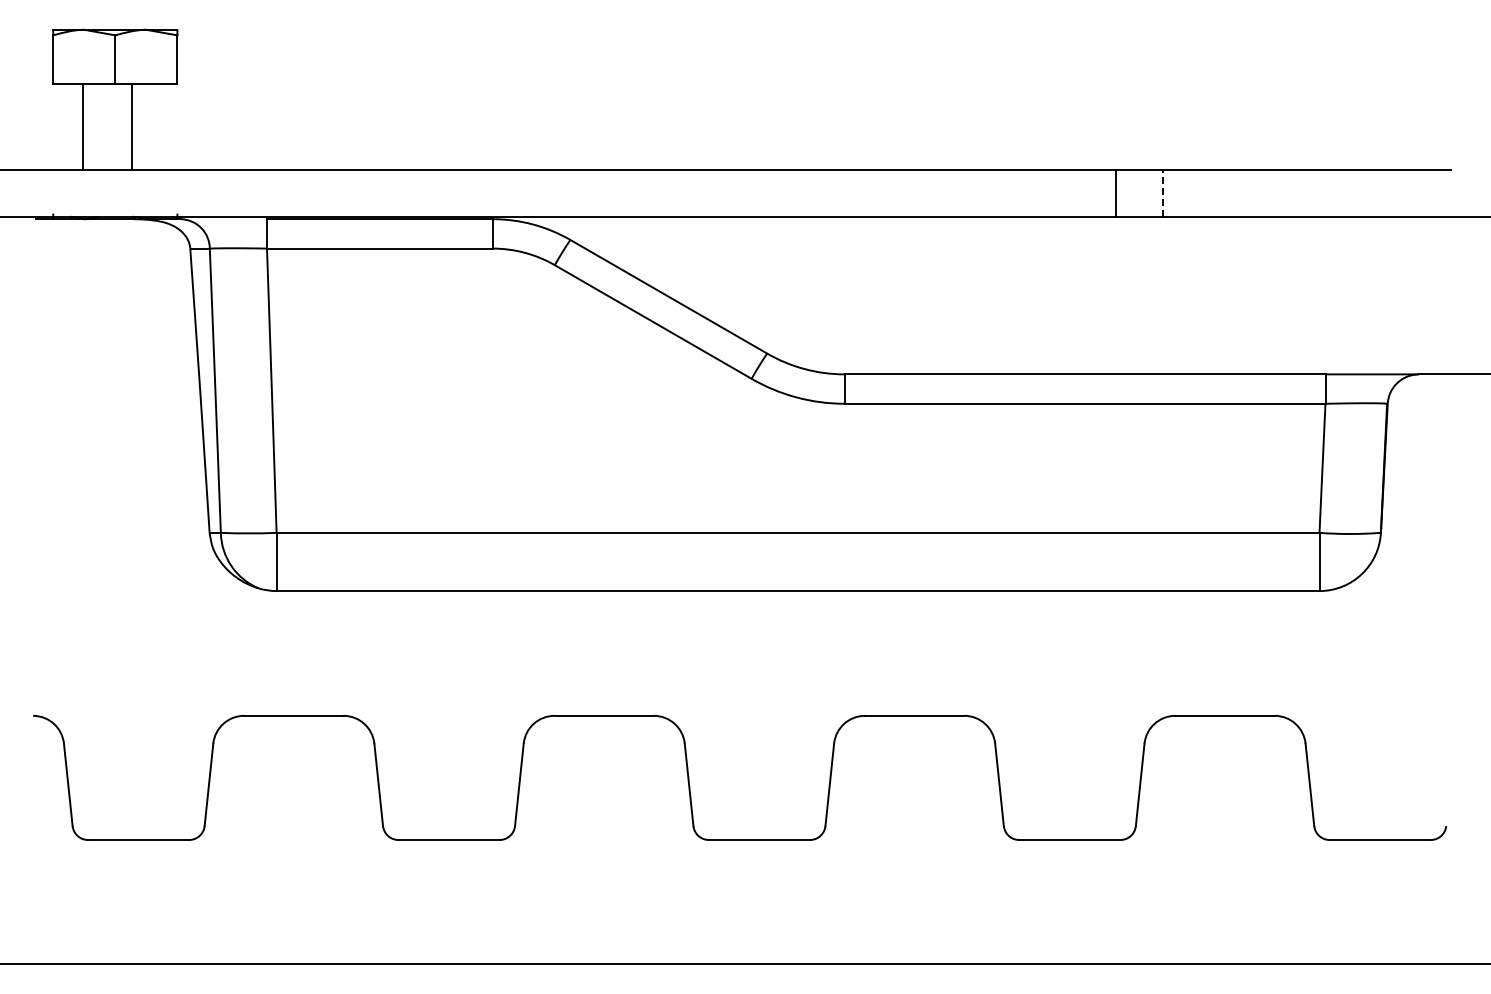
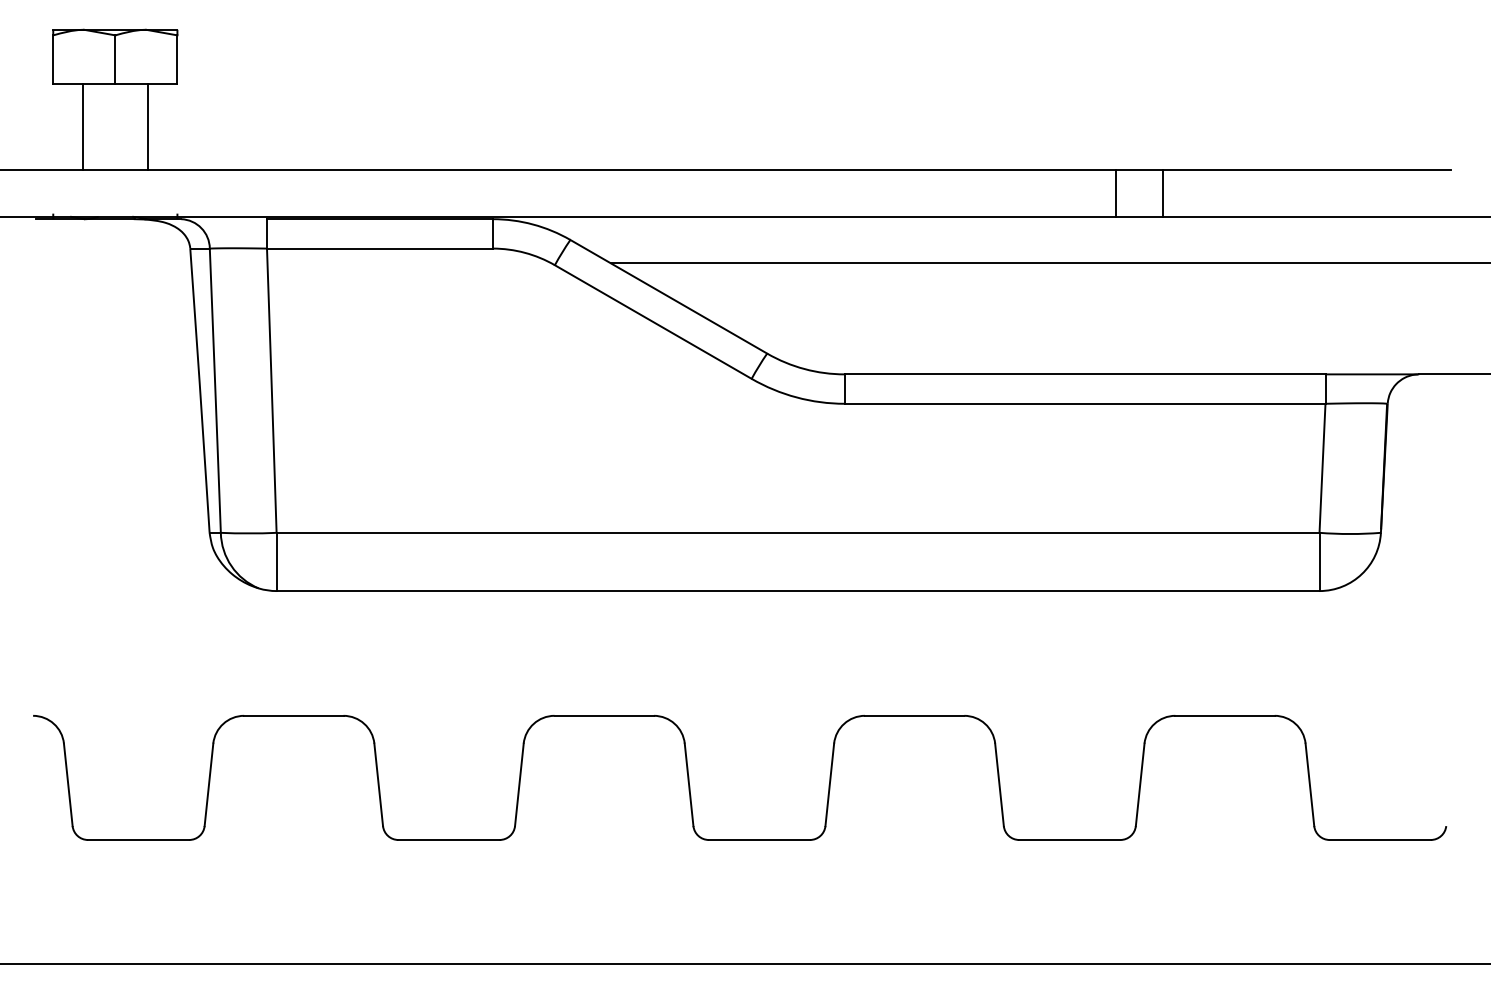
line at (131, 127) position: (131, 127) -> (147, 127)
line at (1162, 193): dashed -> solid
line at (1049, 263): none -> present
